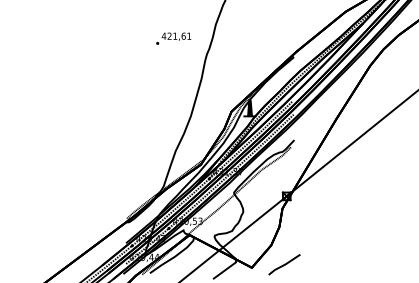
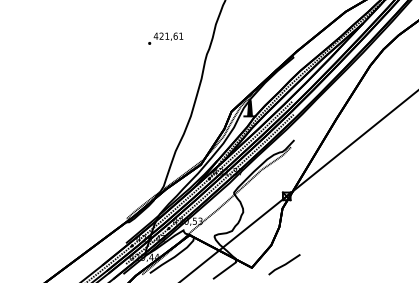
text at (173, 38) position: (173, 38) -> (165, 38)
